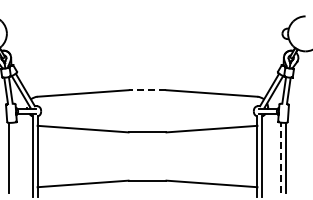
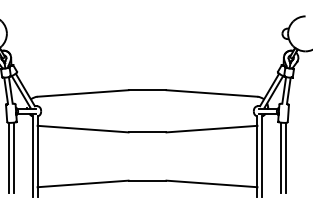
line at (147, 90): dashed -> solid
line at (13, 157): none -> present
line at (281, 157): dashed -> solid
